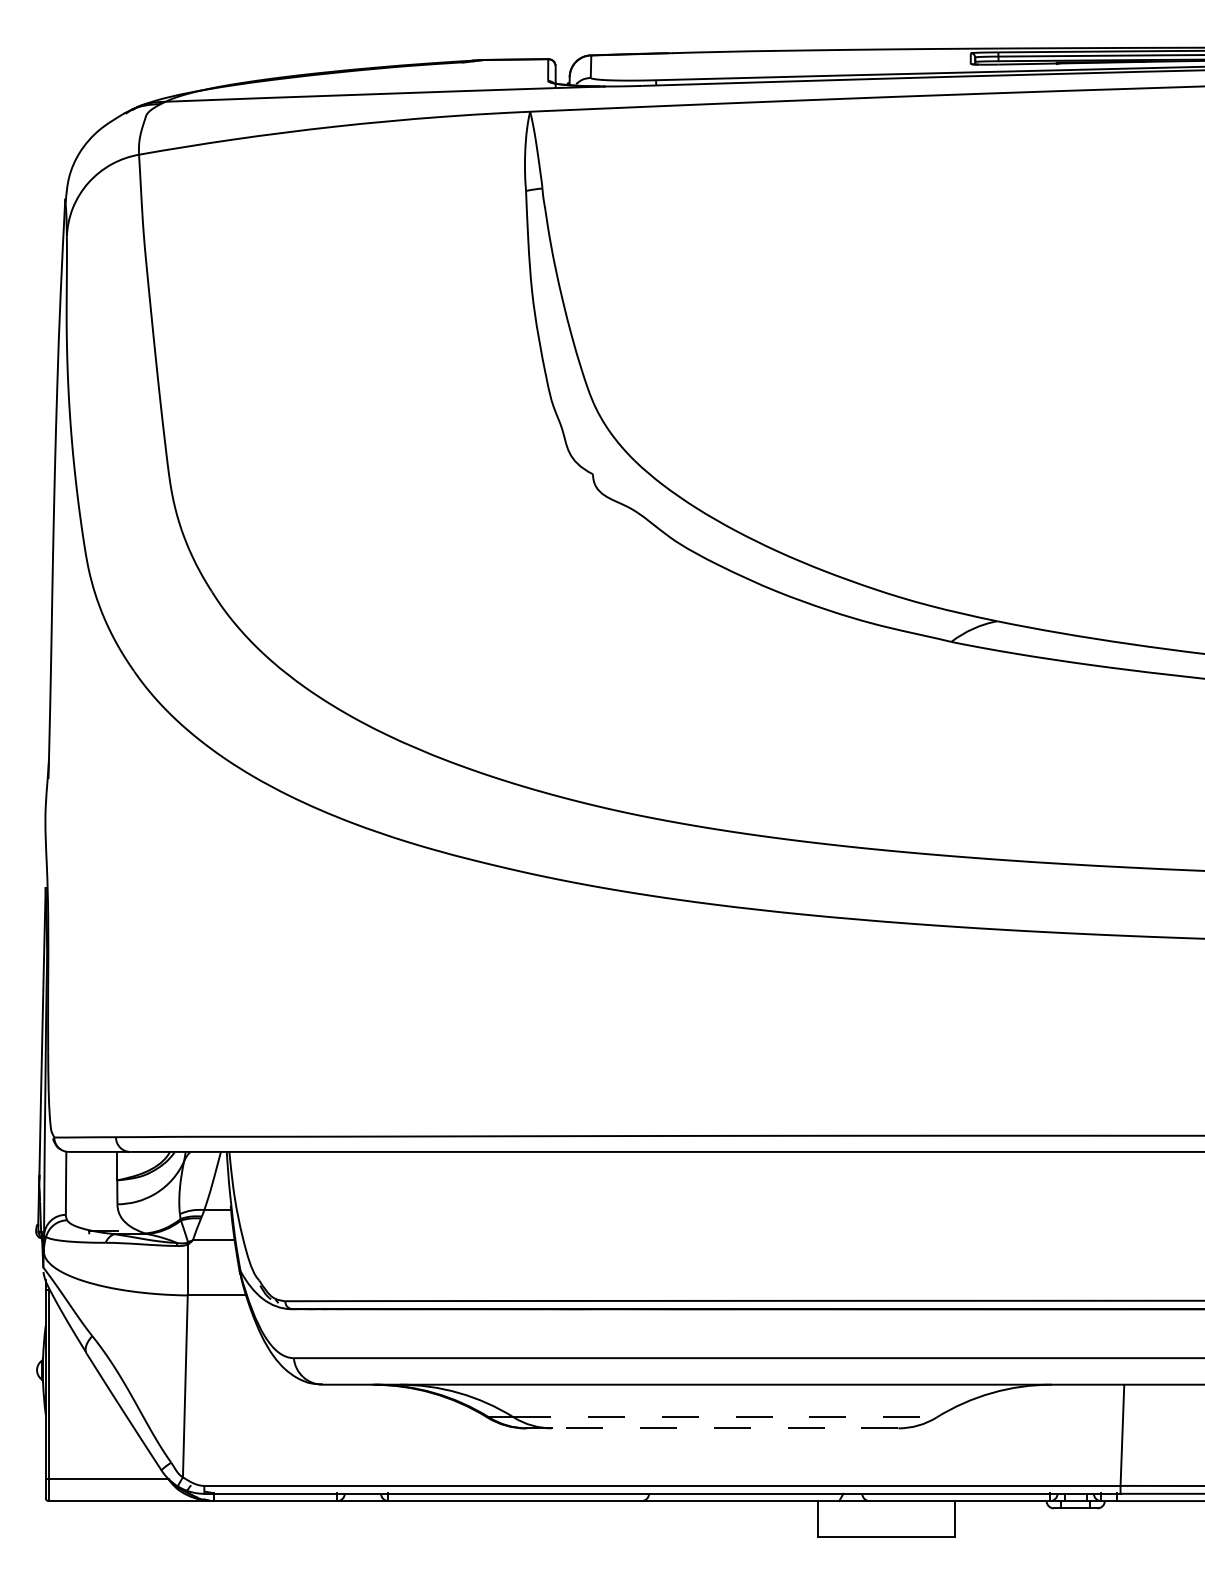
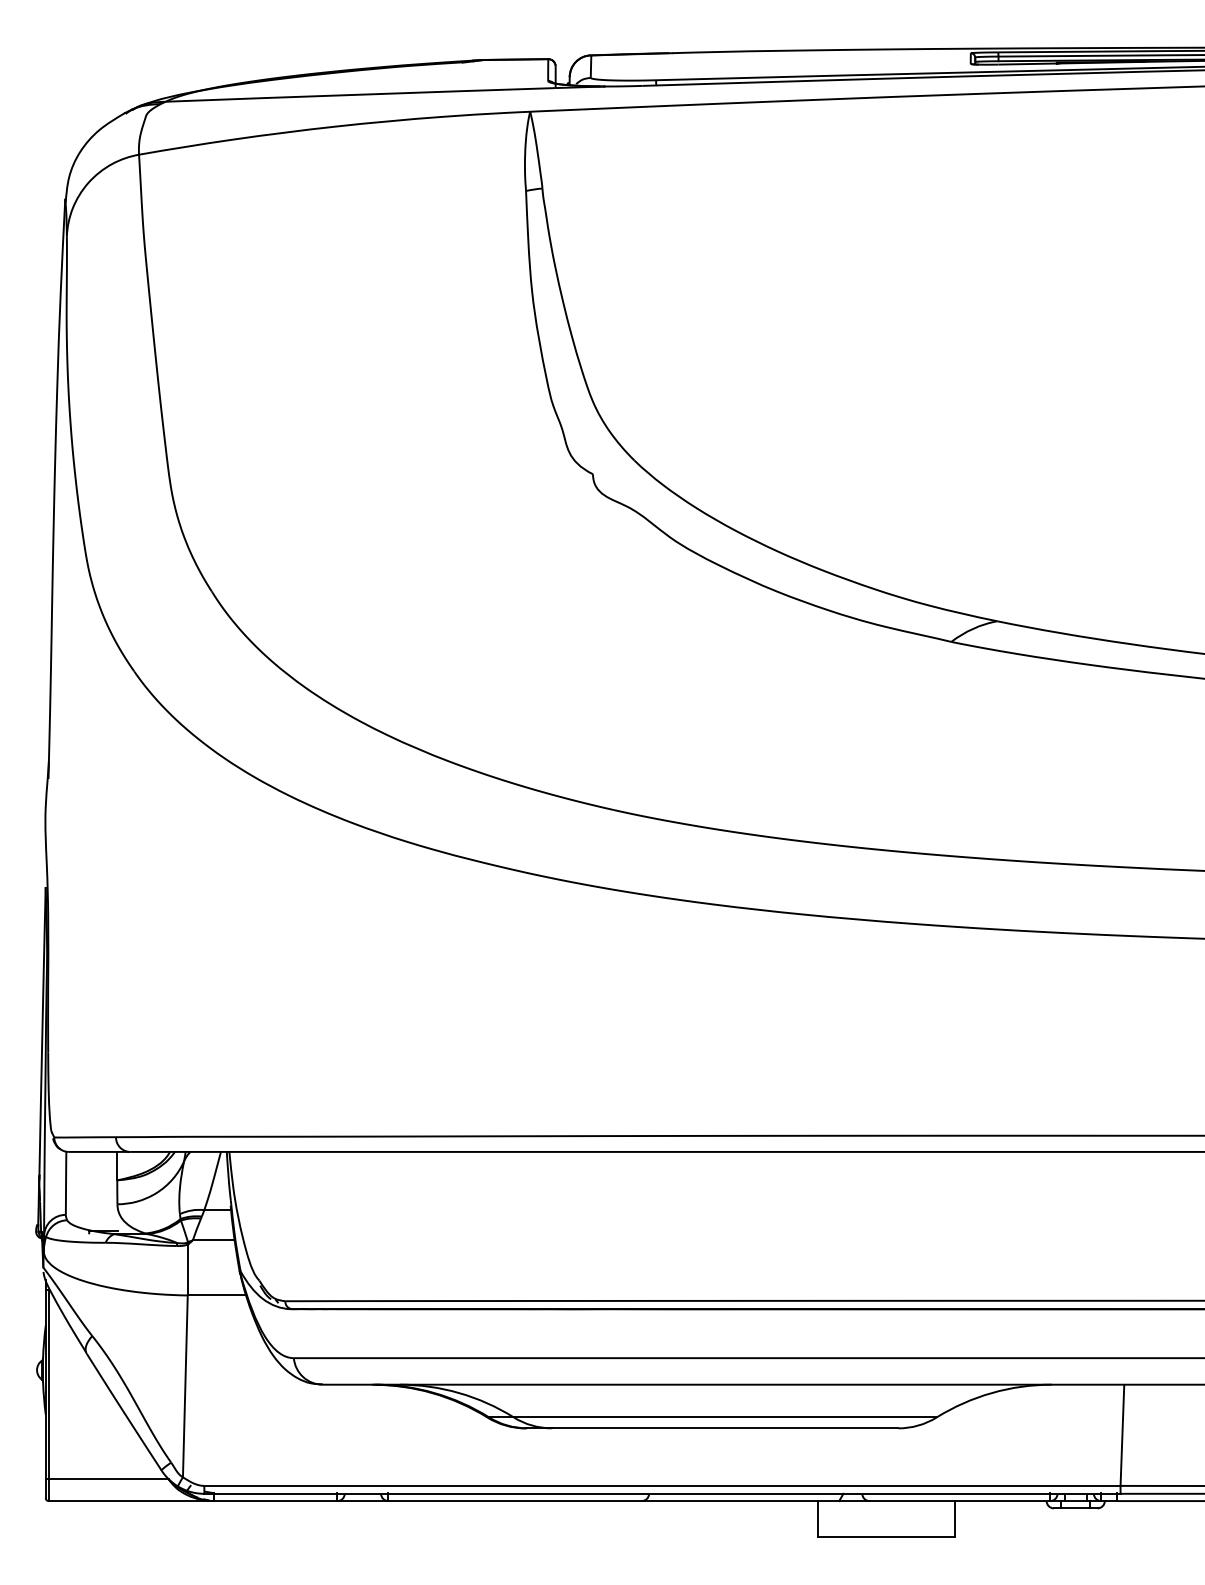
line at (725, 1417): dashed -> solid
line at (724, 1428): dashed -> solid
